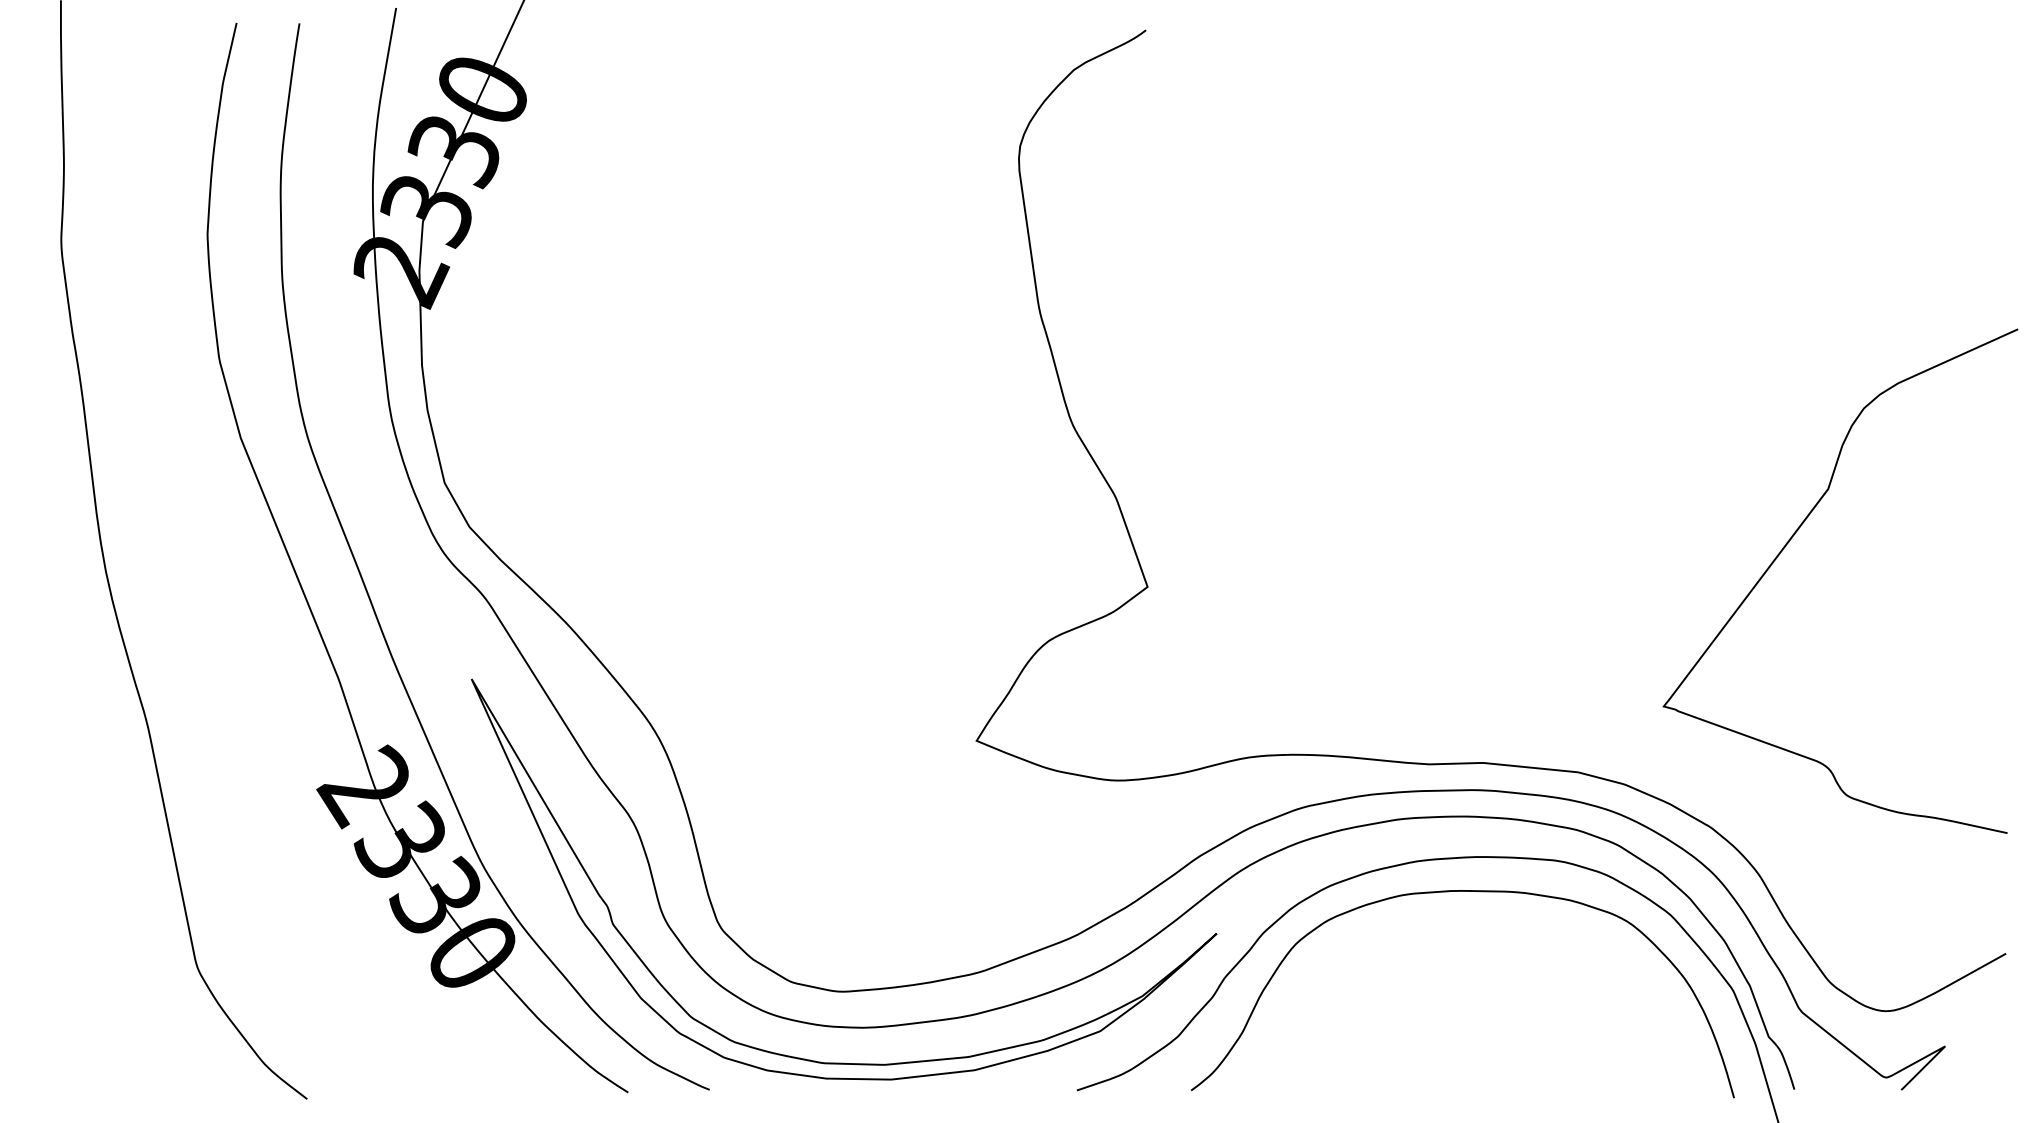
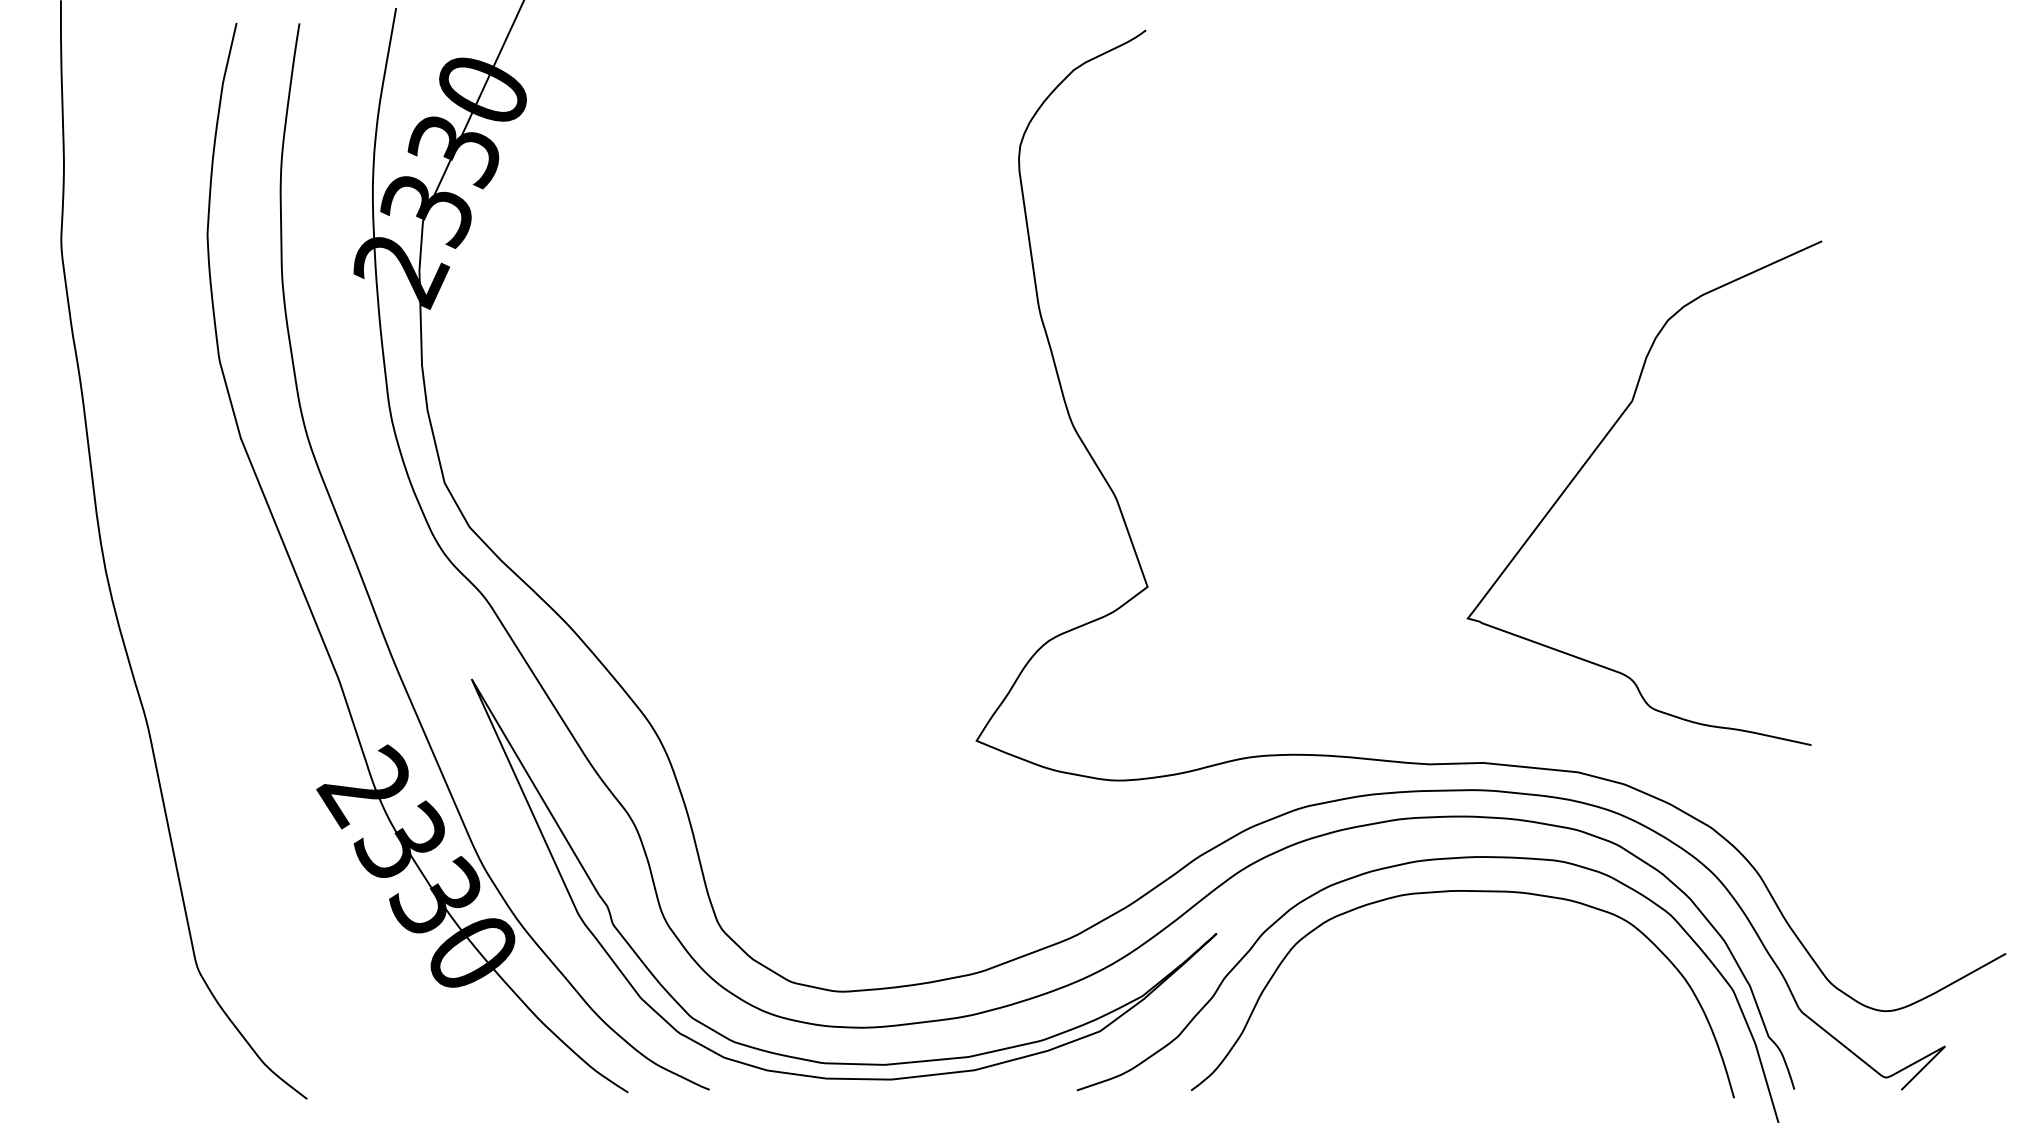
curve at (1789, 542) position: (1789, 542) -> (1593, 454)
